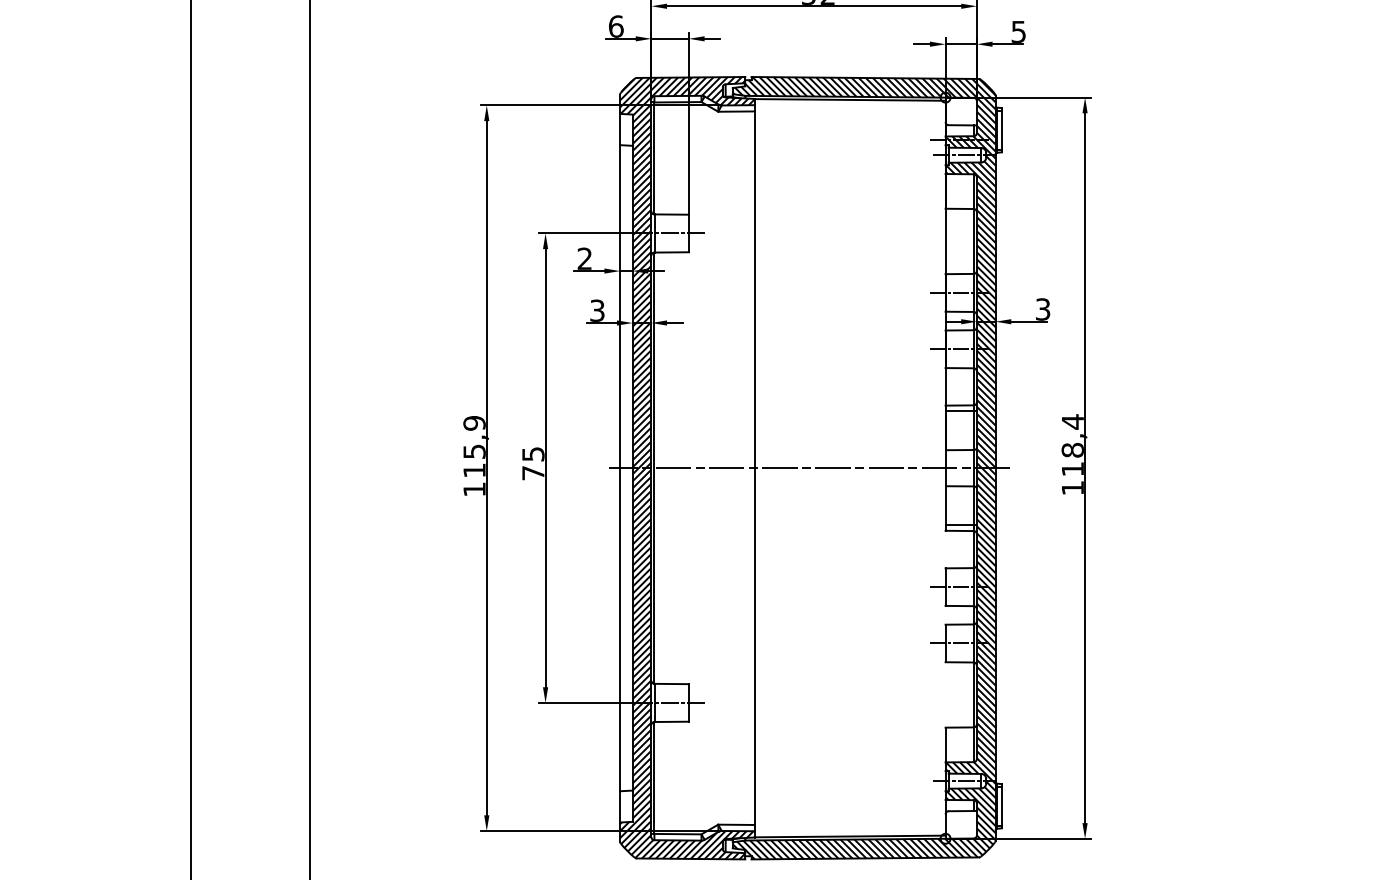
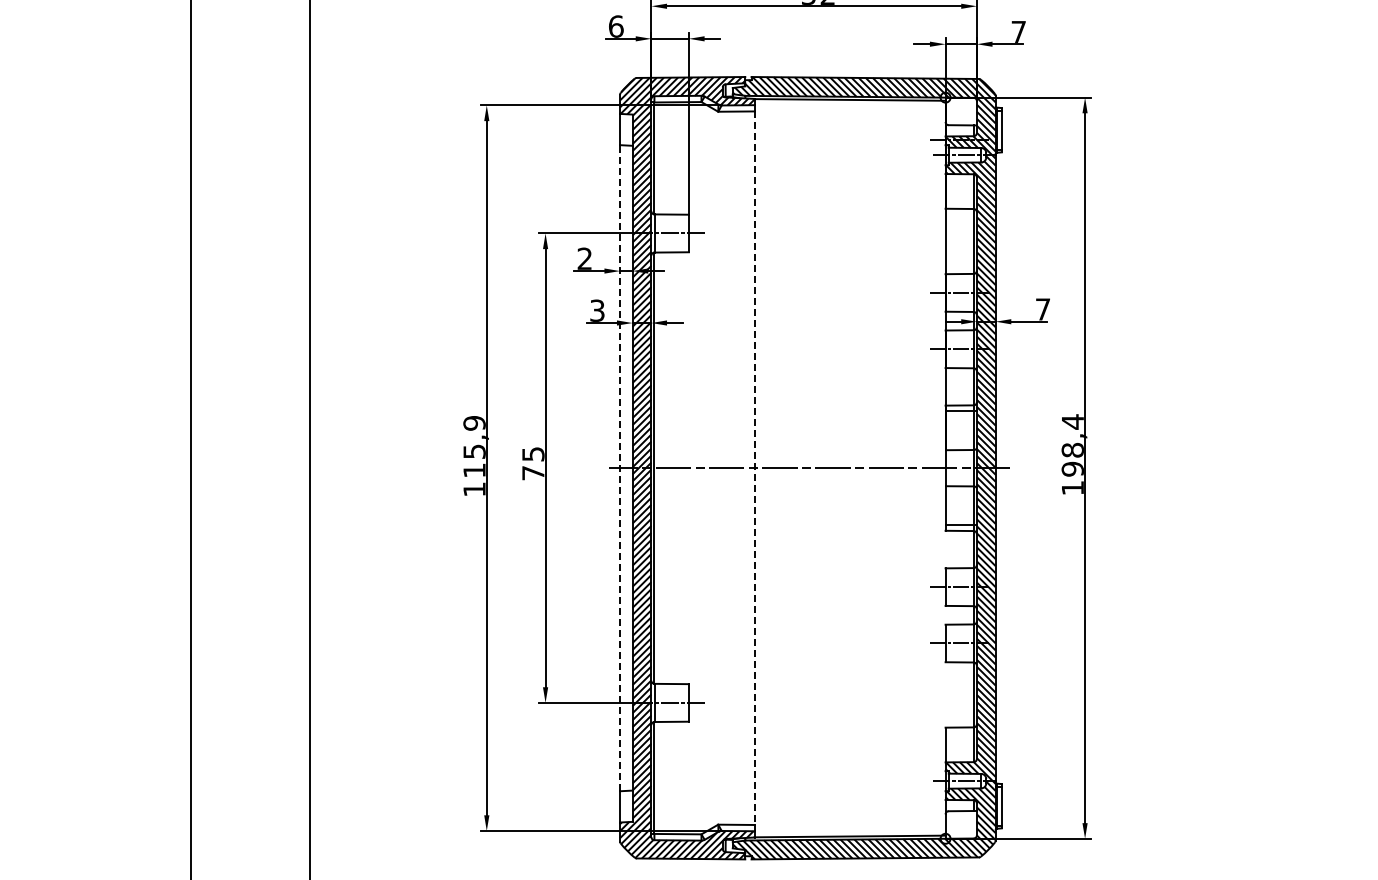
text at (1018, 31): 5 -> 7
text at (1043, 309): 3 -> 7
line at (620, 467): solid -> dashed
line at (754, 468): solid -> dashed
text at (1072, 468): 118,4 -> 198,4
